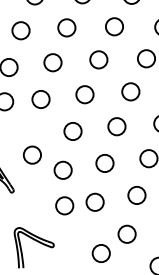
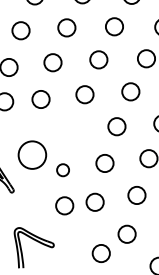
circle at (72, 131): present -> none
circle at (32, 154) diameter: 17 px -> 28 px
circle at (62, 169) size: 20x20 px -> 14x15 px
